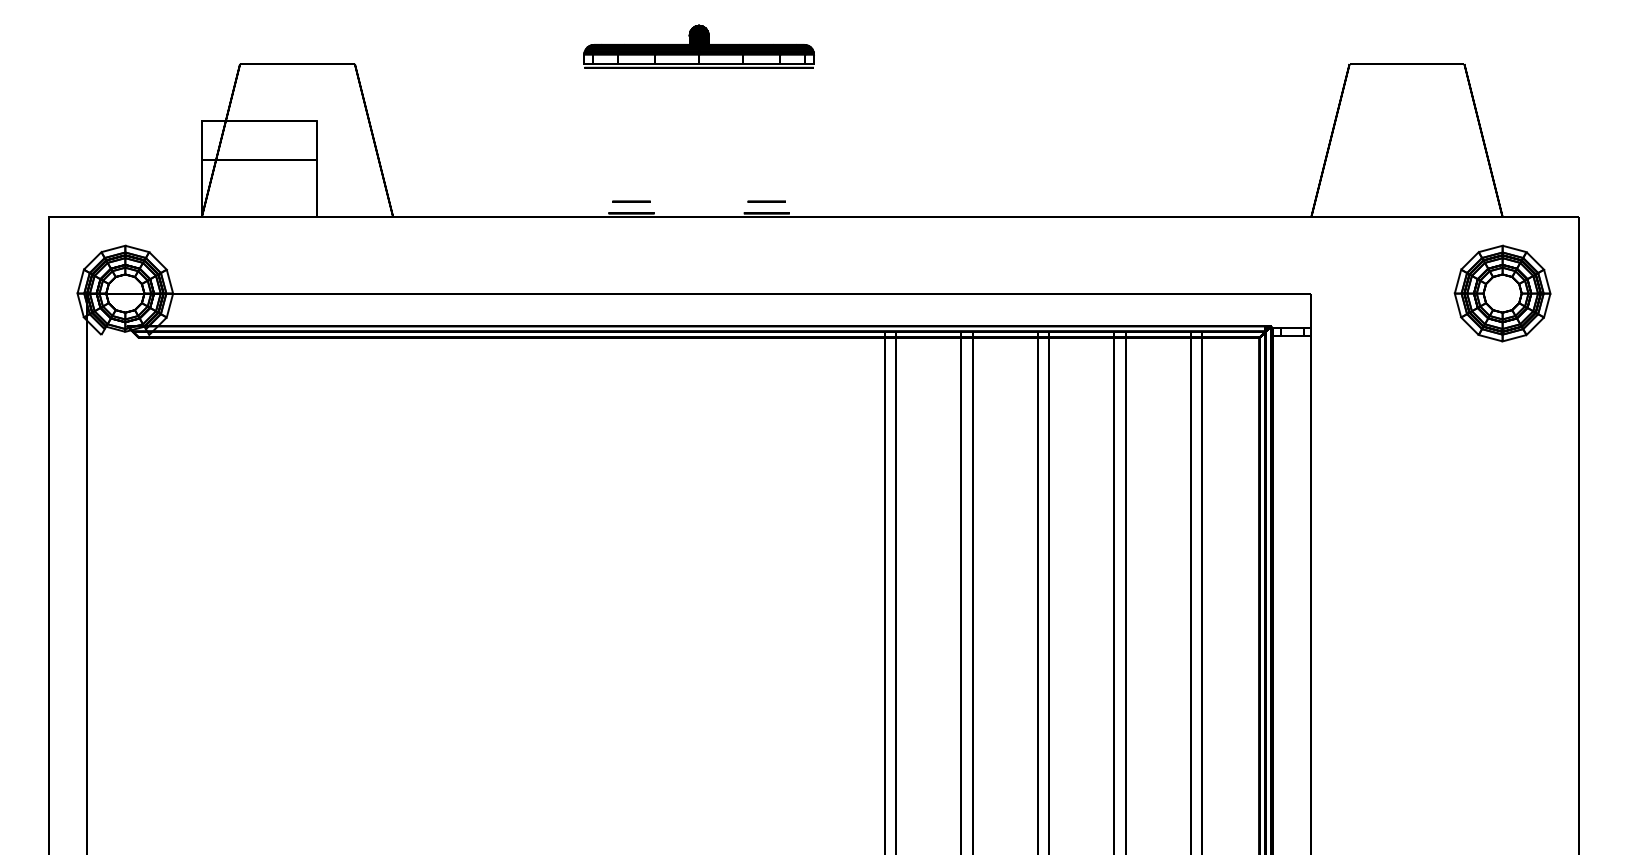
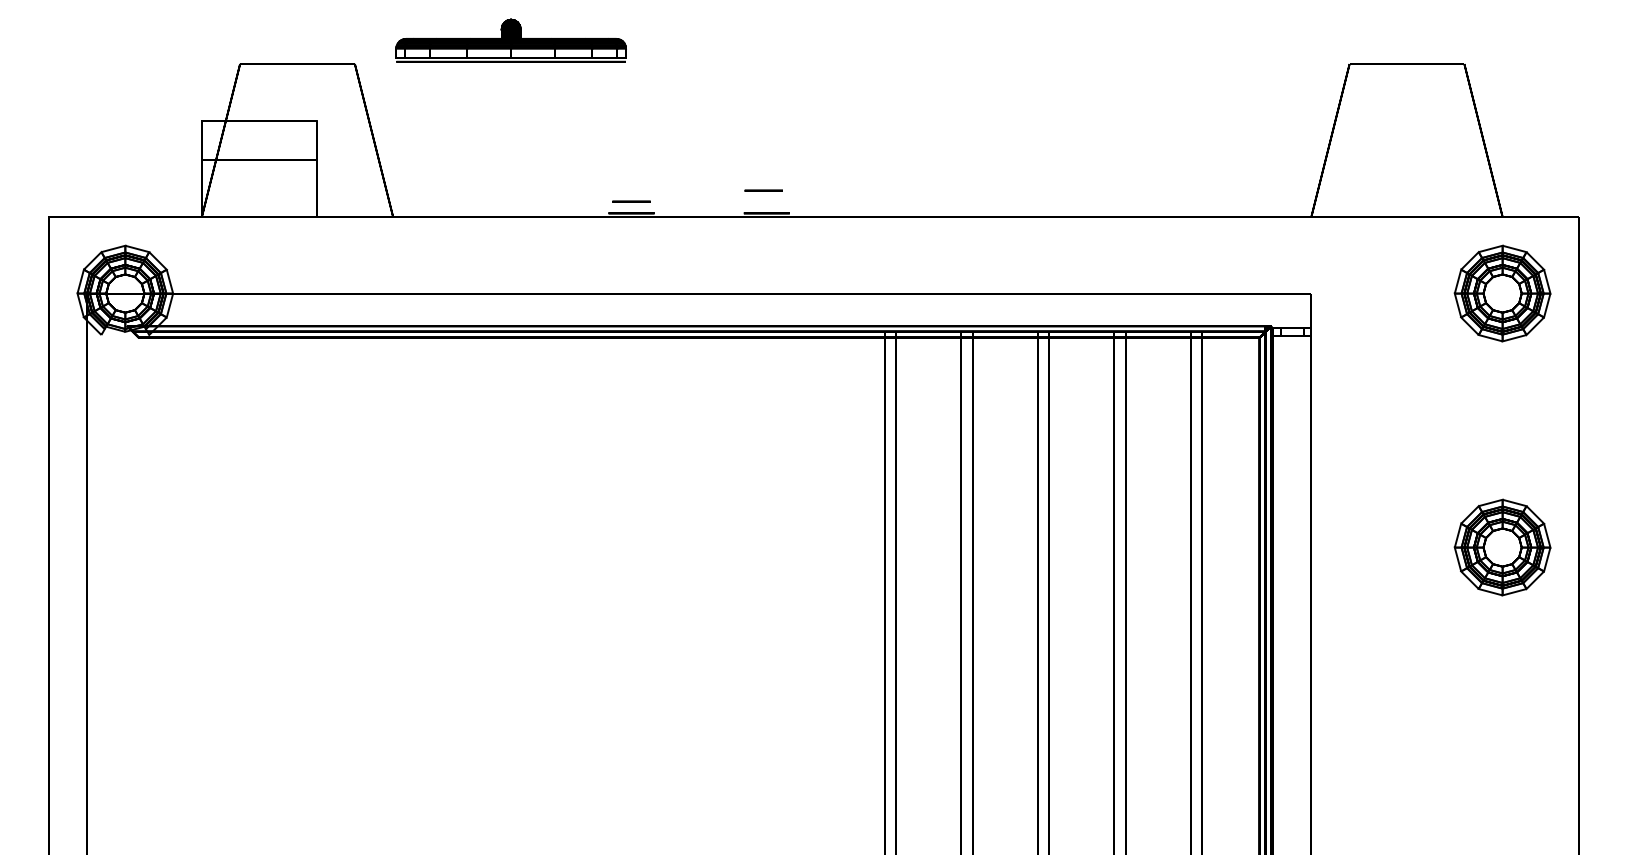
part at (698, 46) position: (698, 46) -> (510, 40)
line at (766, 201) position: (766, 201) -> (763, 190)
part at (1502, 547): none -> present
